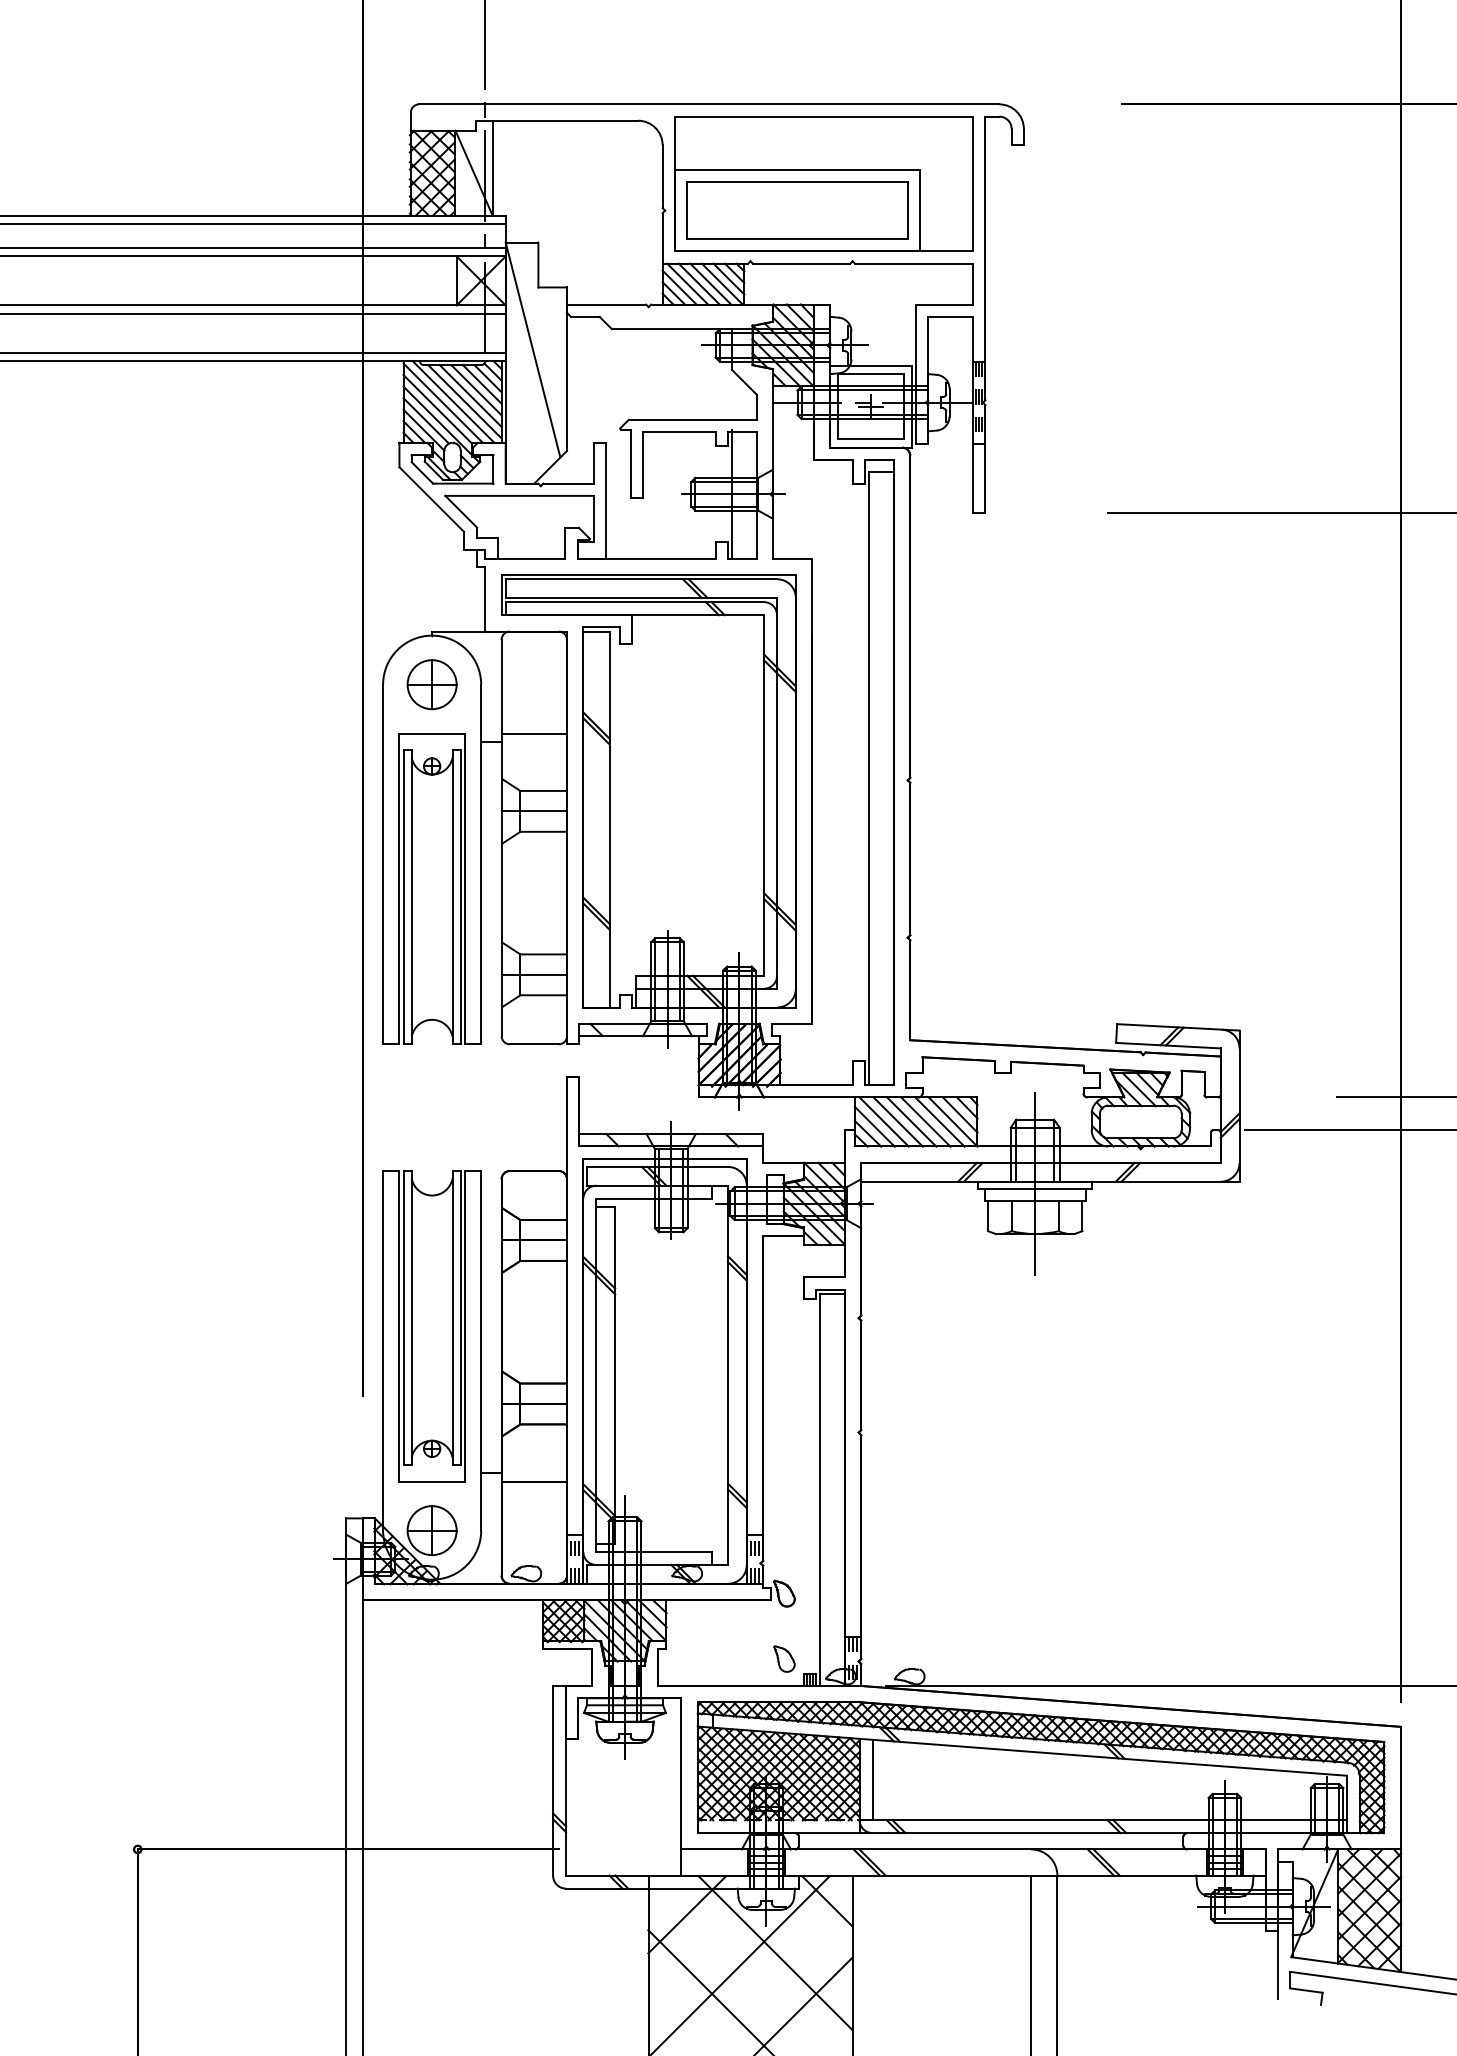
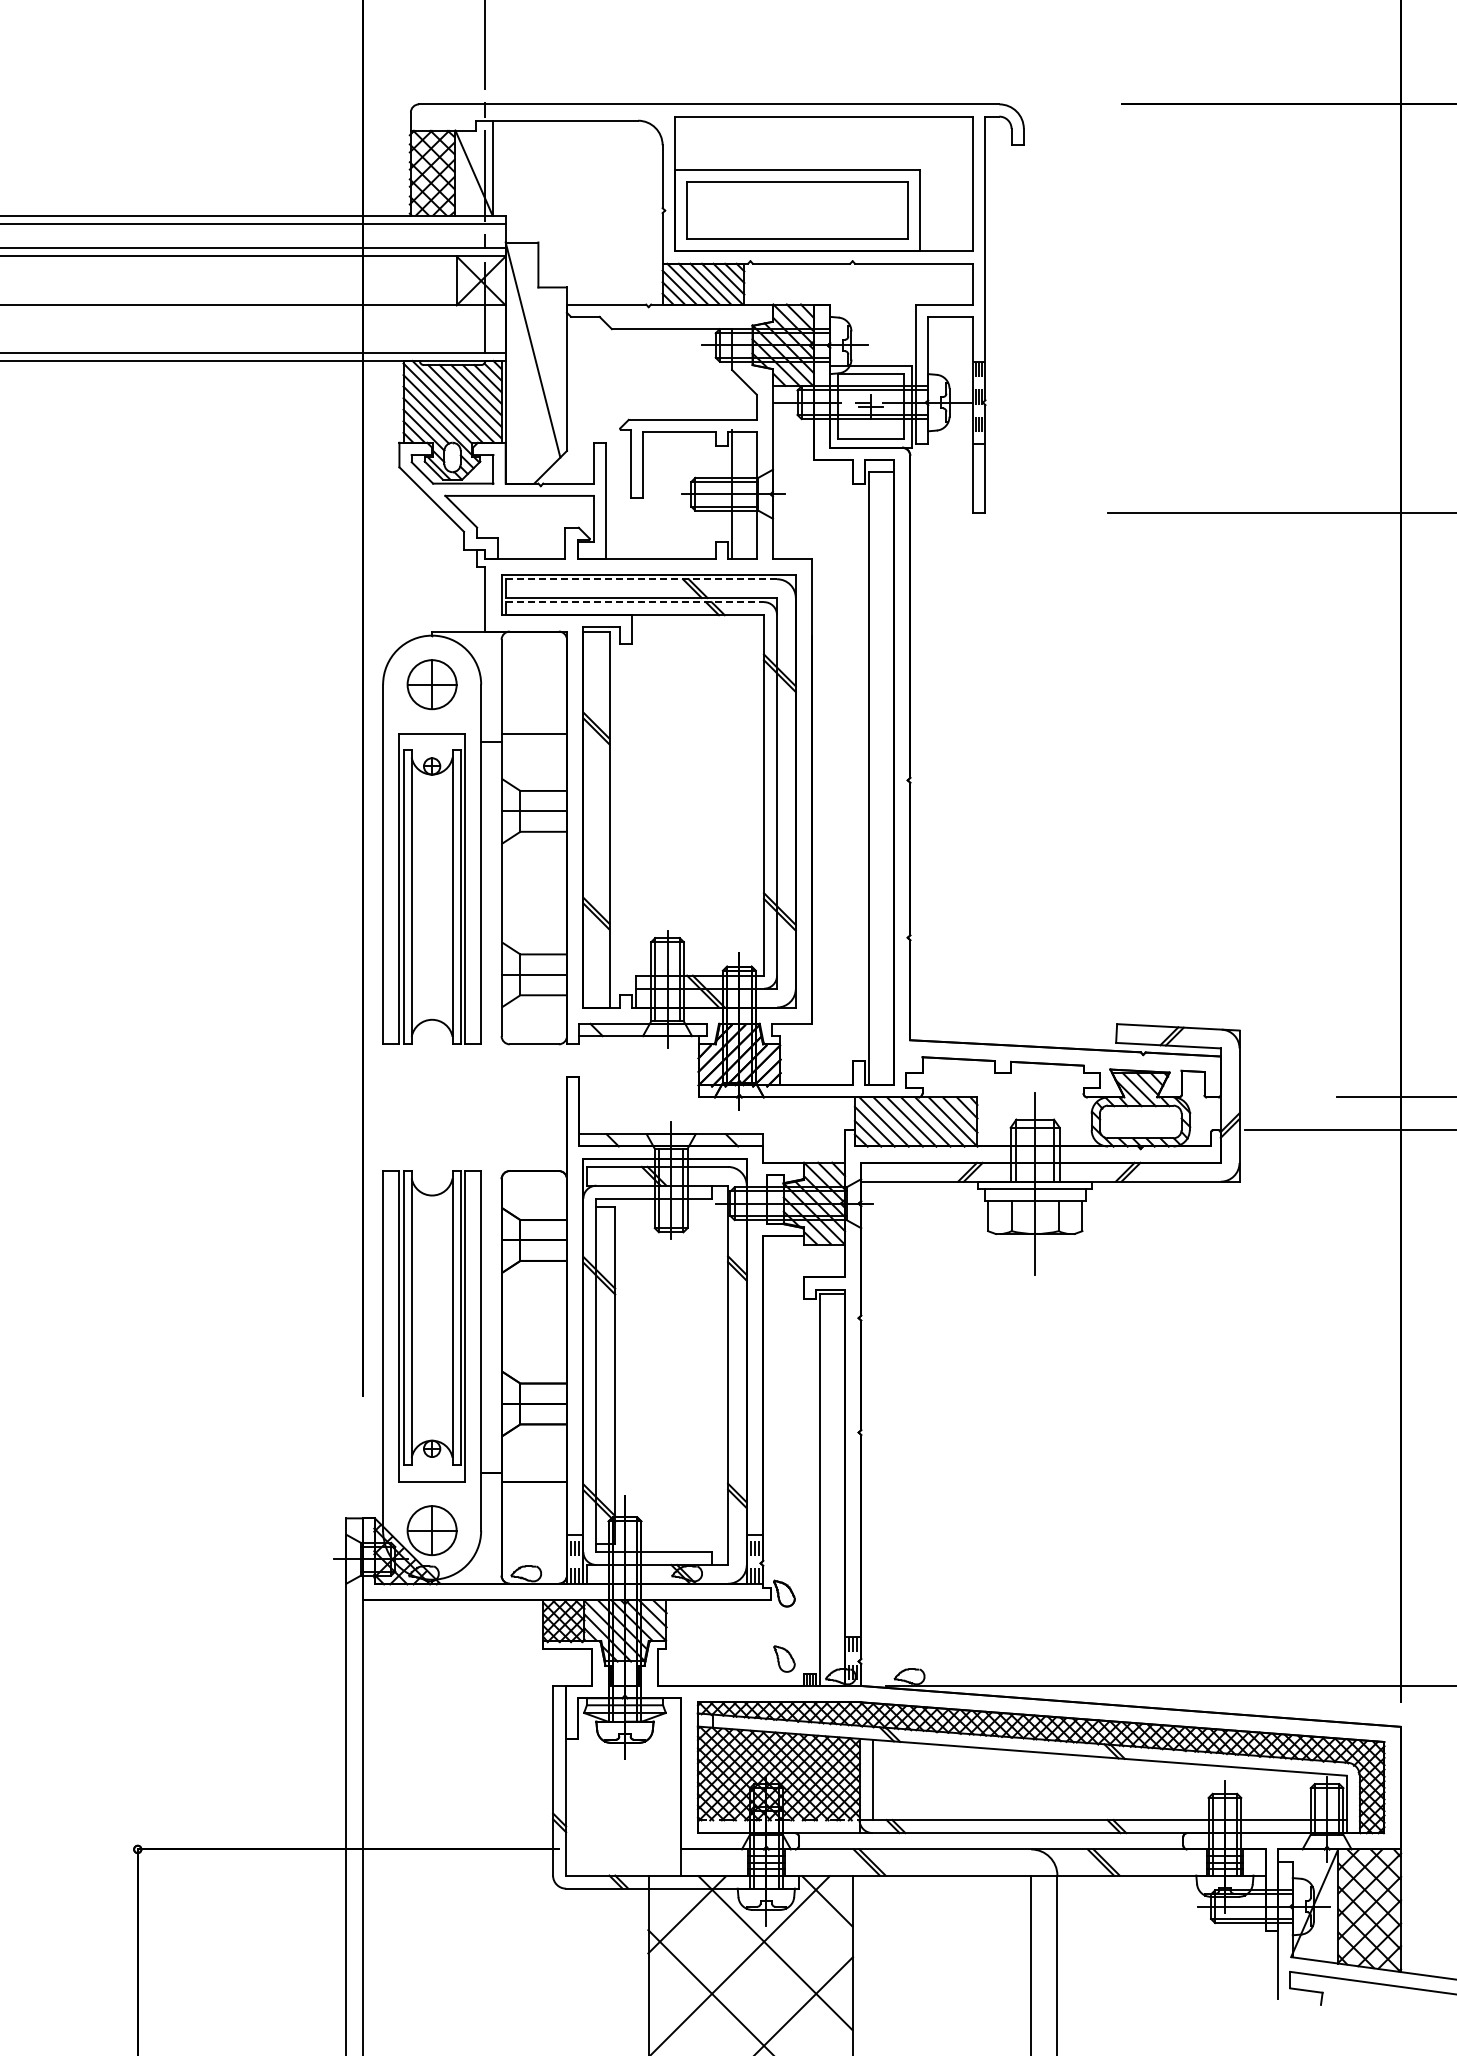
line at (253, 313): present -> none
line at (641, 579): solid -> dashed
line at (635, 602): solid -> dashed
